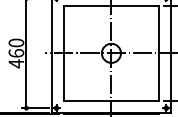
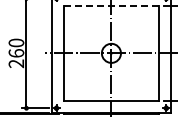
line at (110, 6): solid -> dashed
text at (16, 63): 460 -> 260
